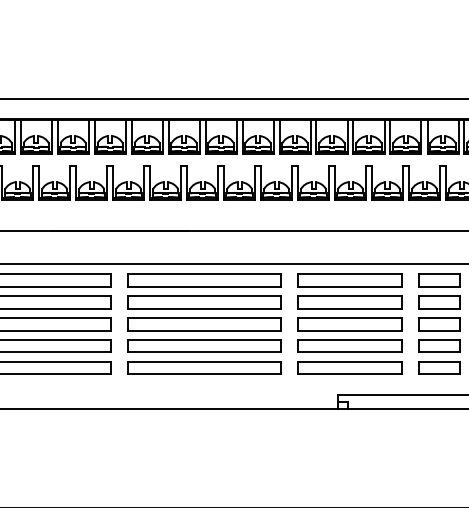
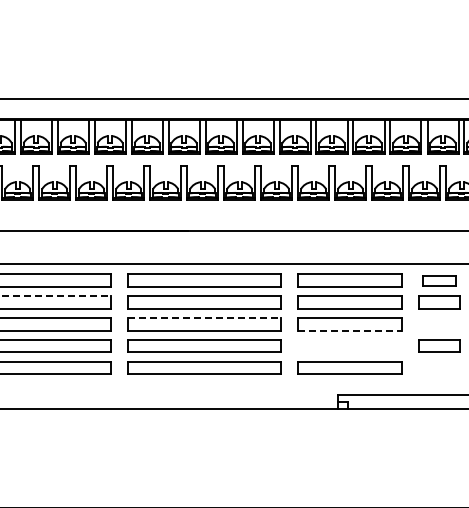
part at (439, 280) size: 43x15 px -> 35x12 px
line at (56, 296): solid -> dashed
line at (204, 318): solid -> dashed
part at (439, 324): present -> none
line at (350, 330): solid -> dashed
part at (349, 345): present -> none
part at (439, 367): present -> none
